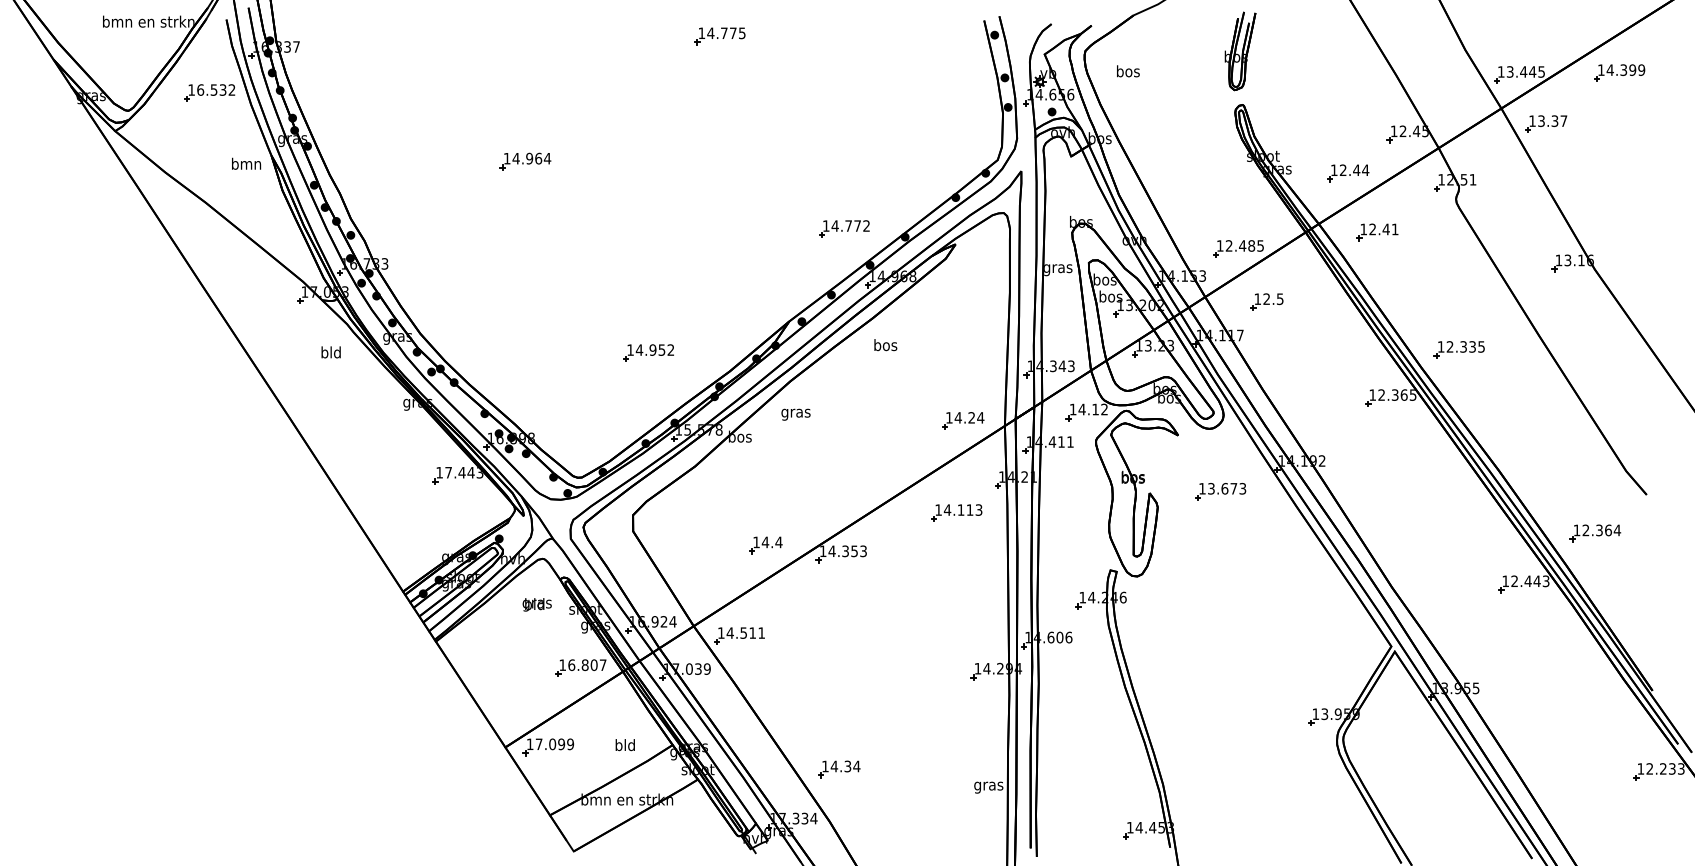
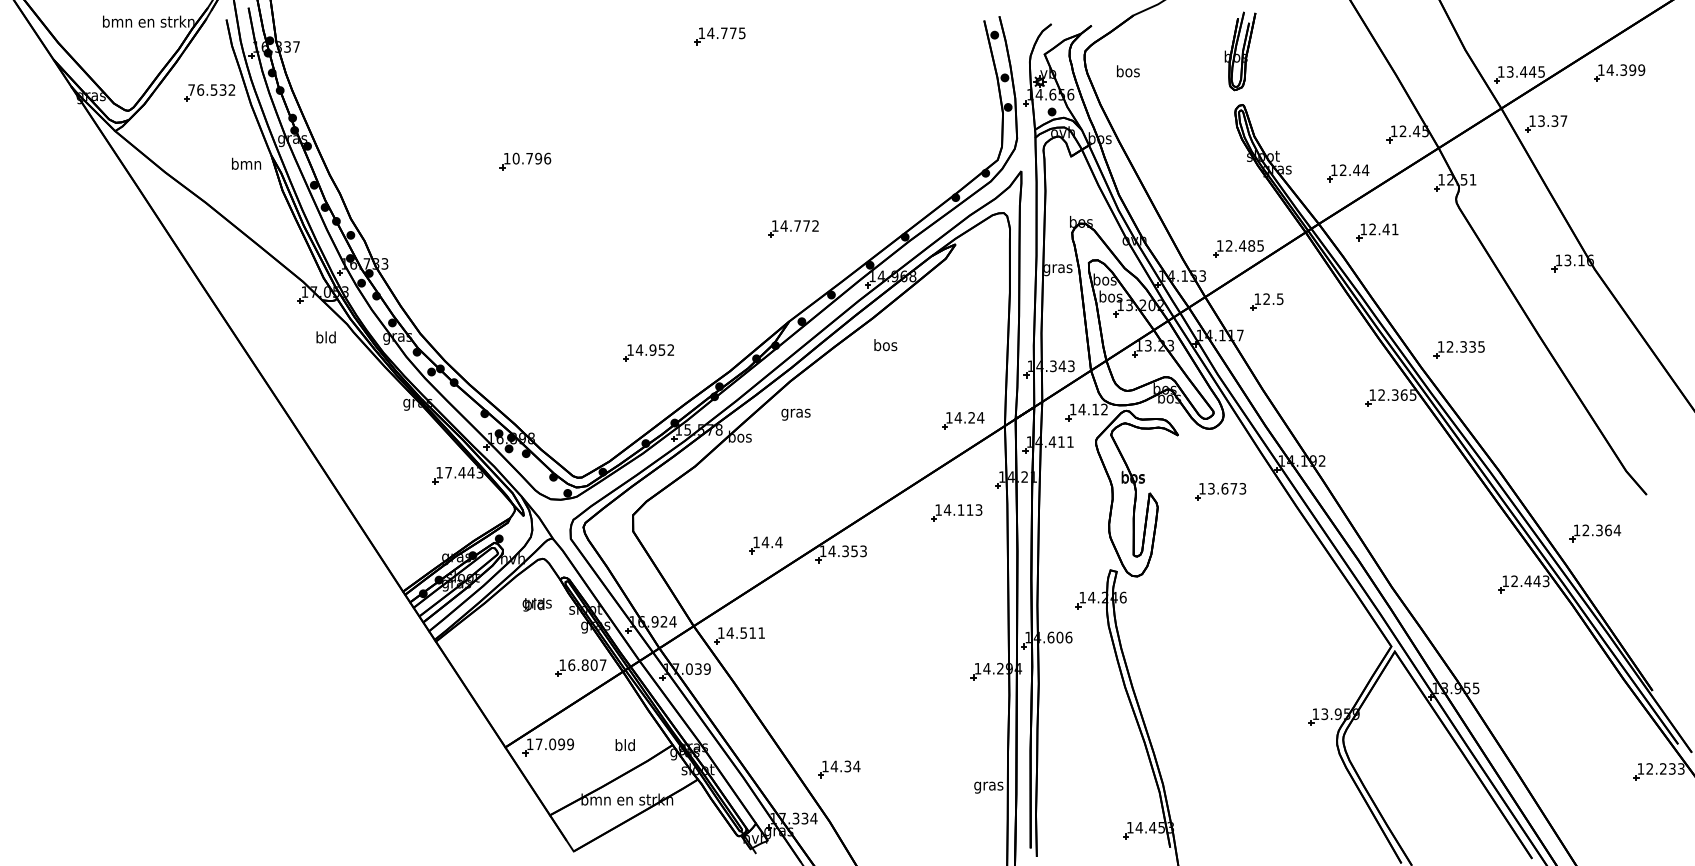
text at (191, 89): 16.532 -> 76.532
text at (531, 158): 14.964 -> 10.796
part at (844, 228) position: (844, 228) -> (793, 228)
text at (330, 352) position: (330, 352) -> (325, 337)
